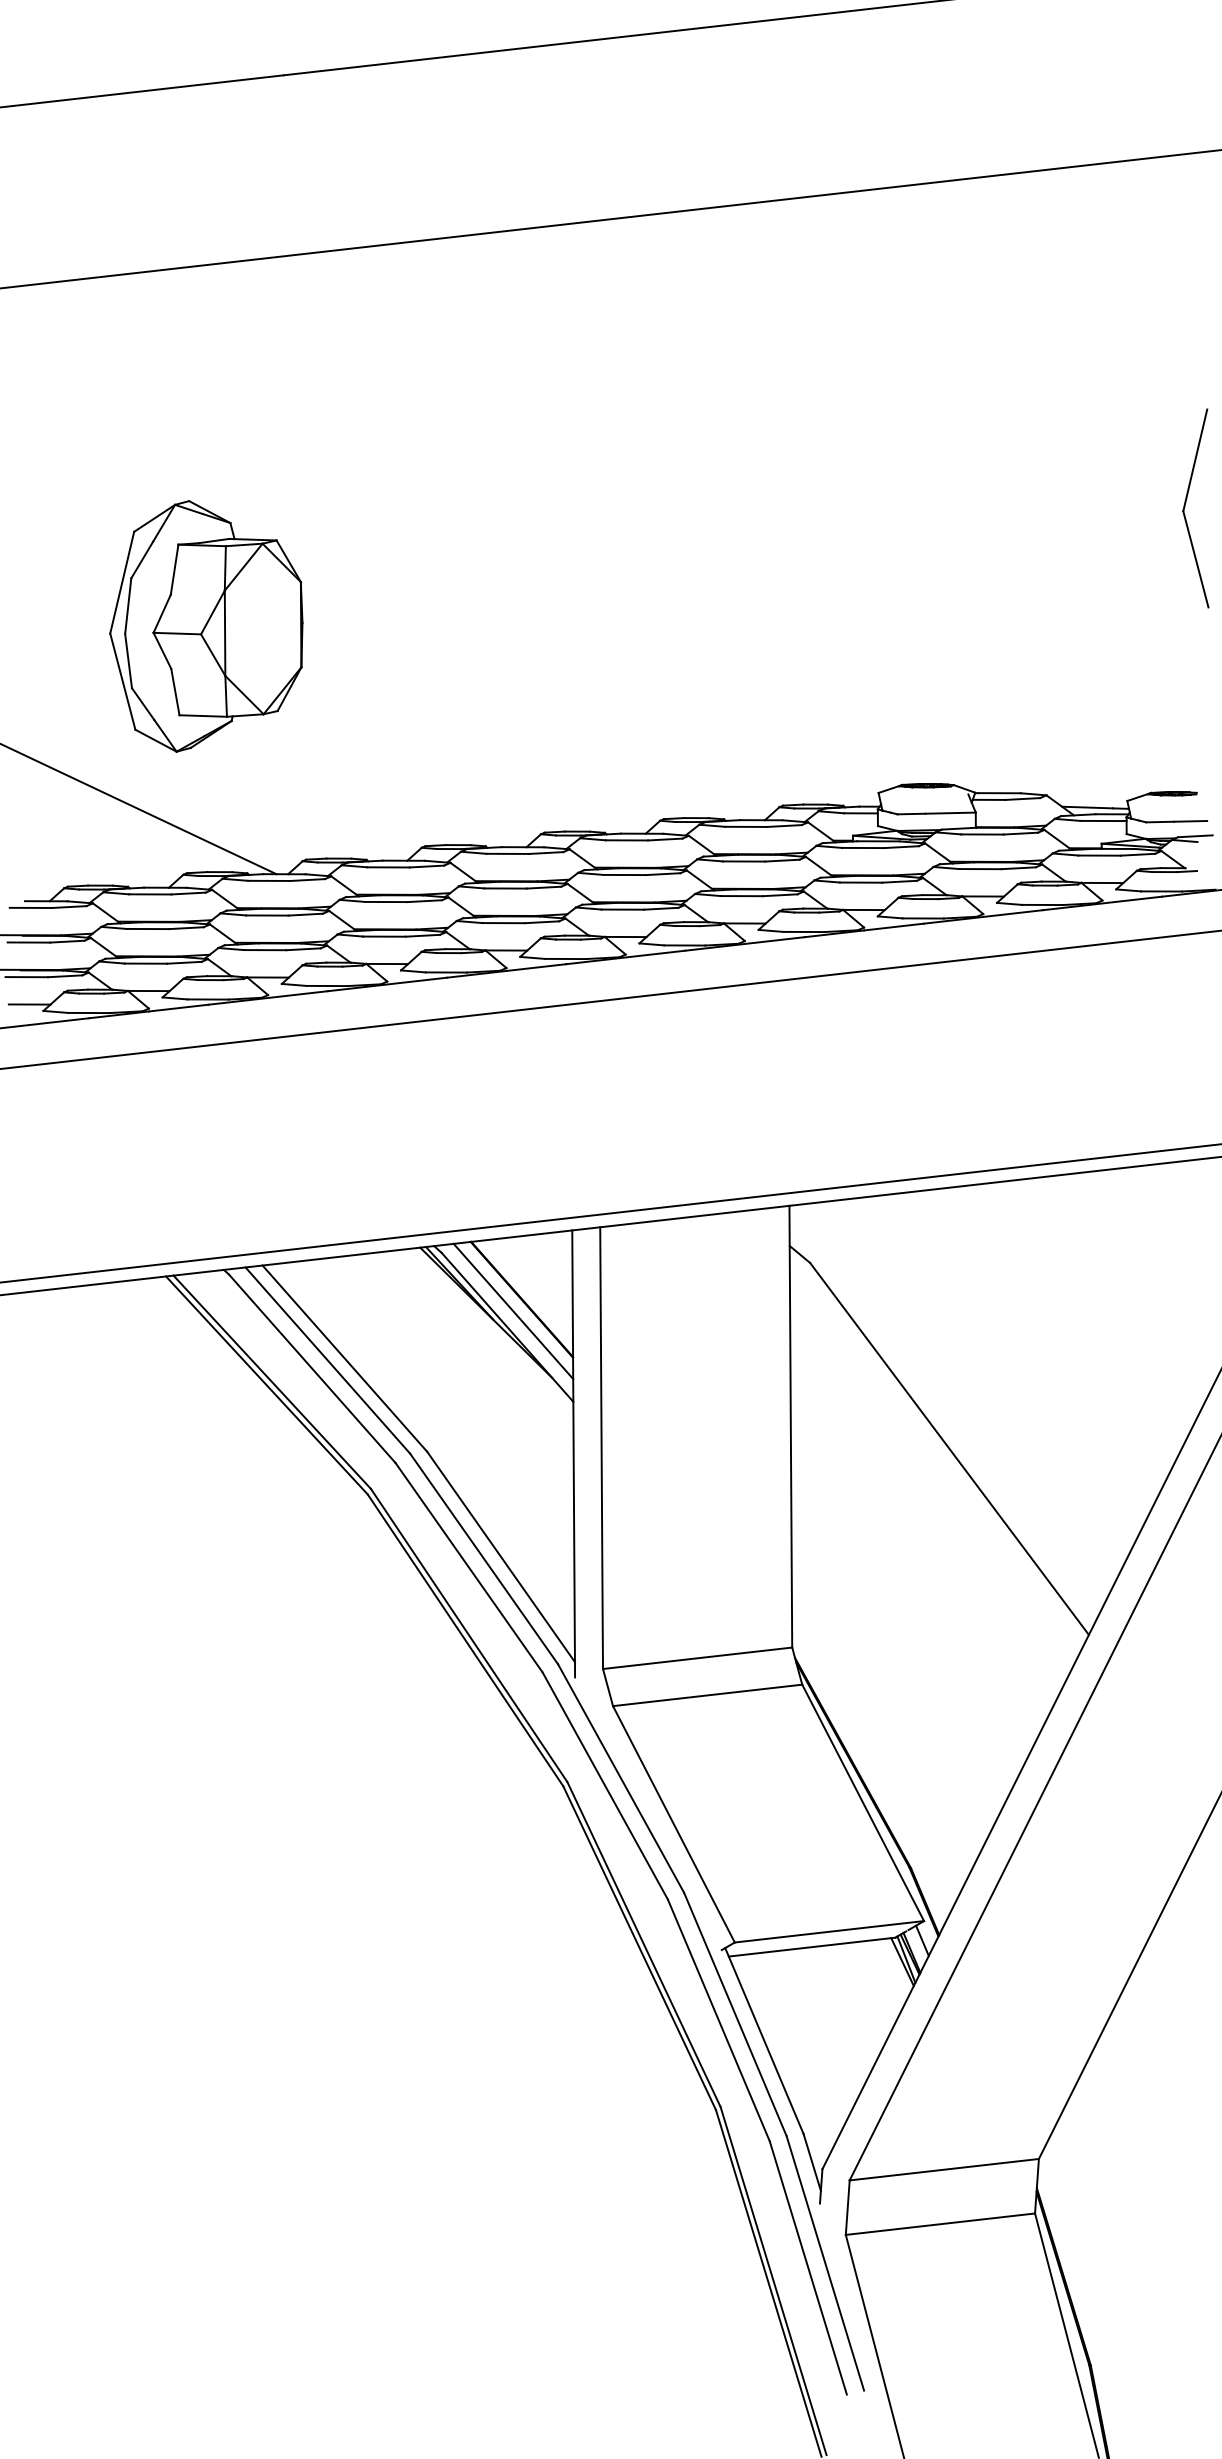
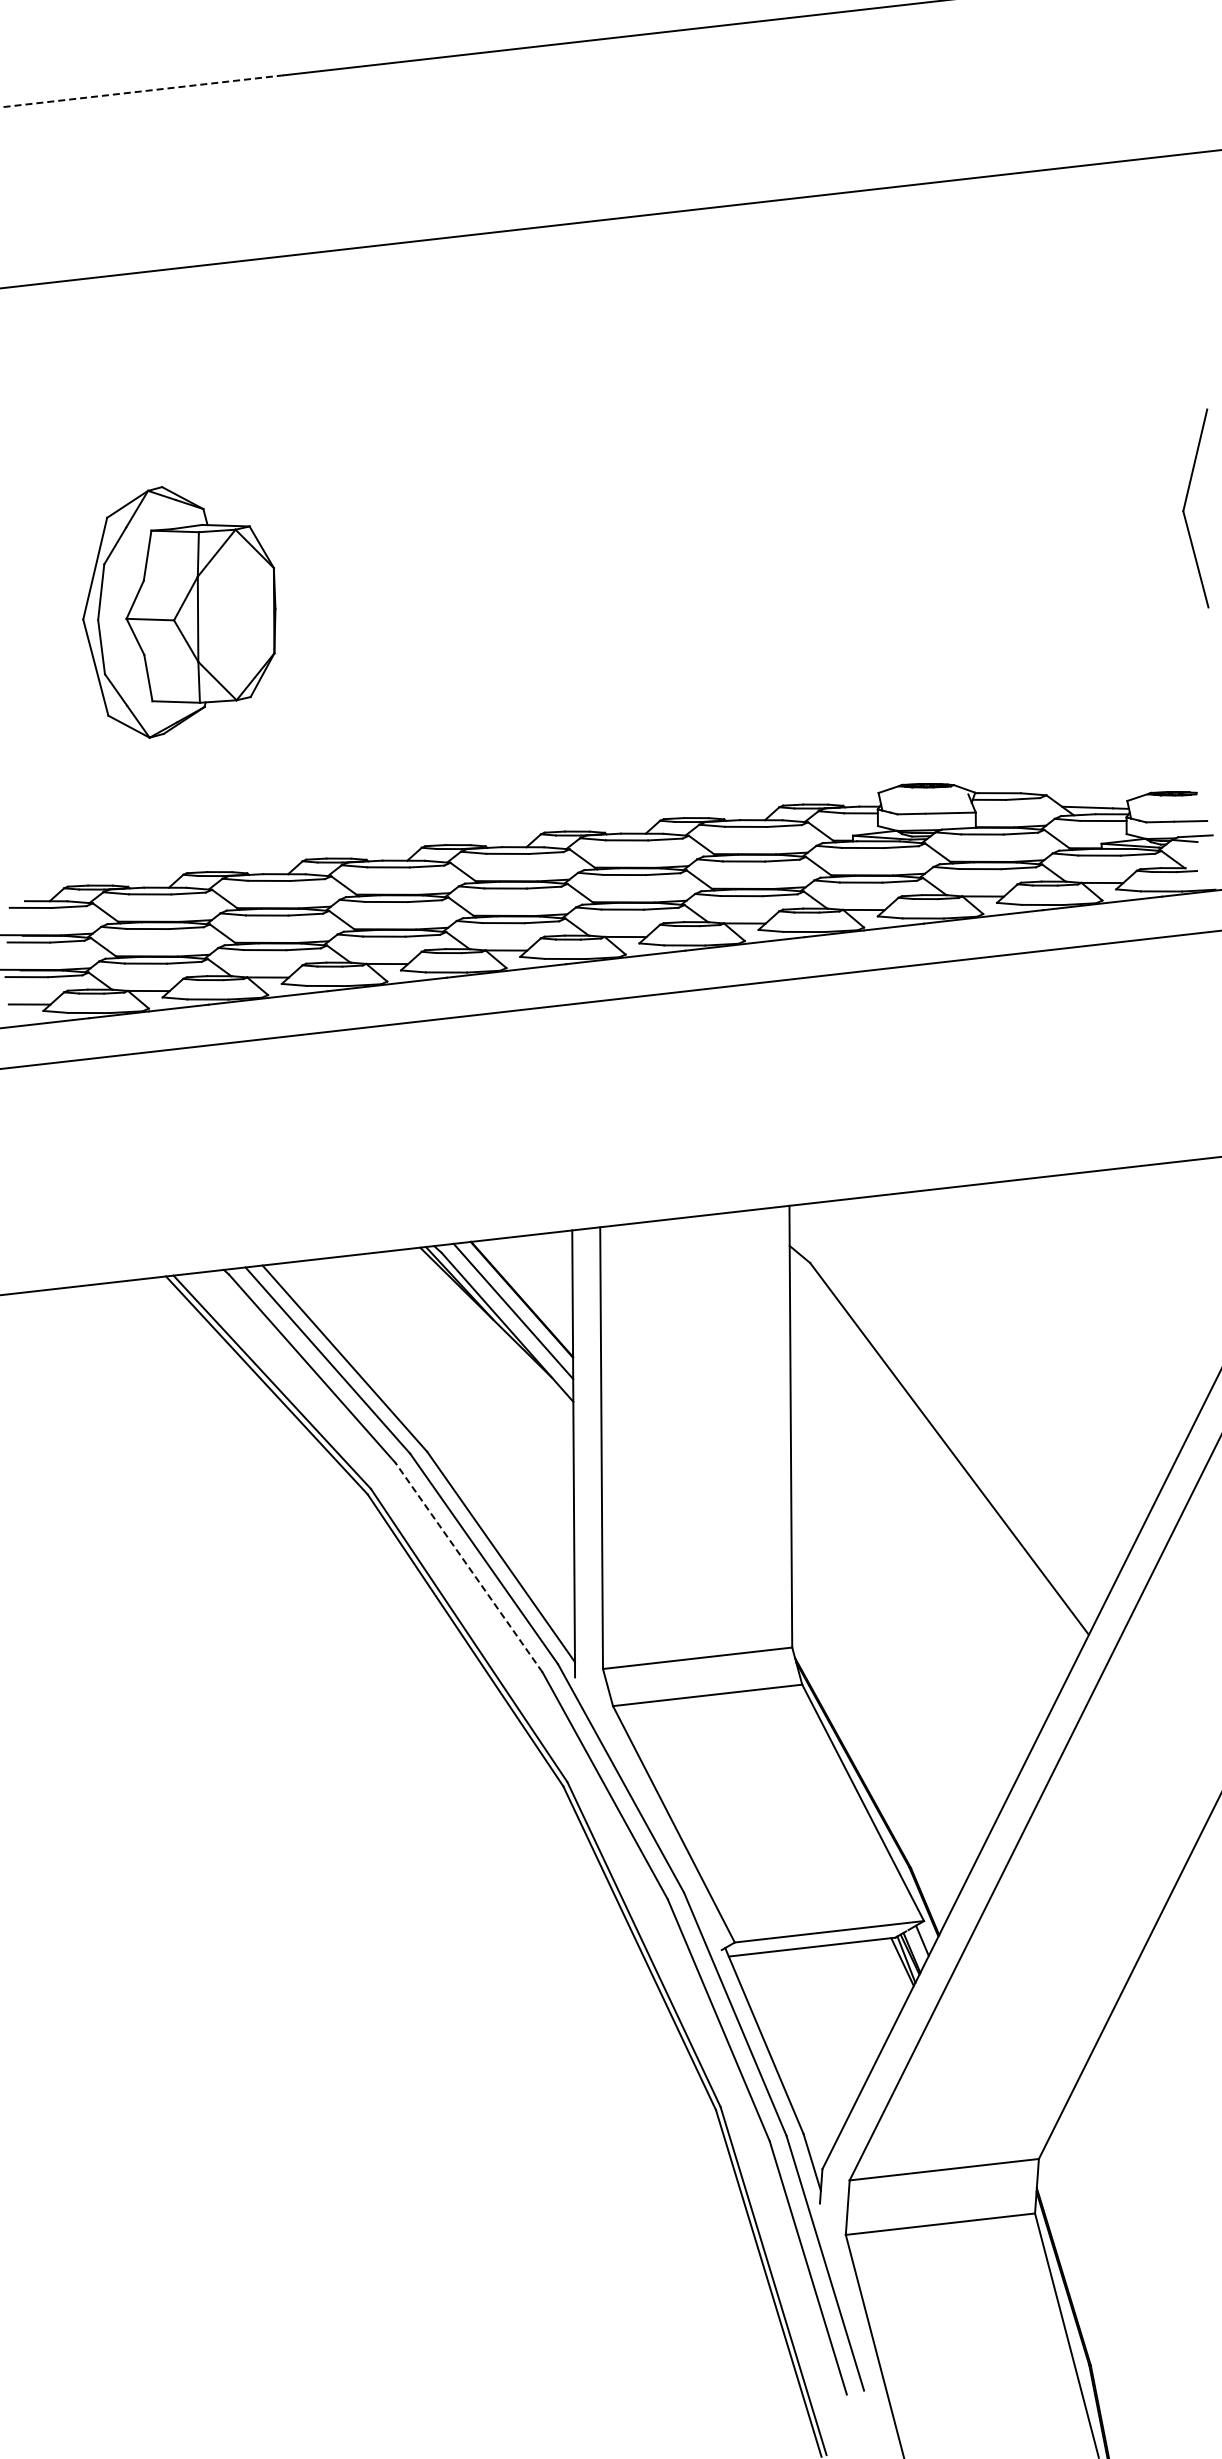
line at (141, 91): solid -> dashed
part at (206, 626) position: (206, 626) -> (179, 612)
line at (139, 809): present -> none
line at (610, 1213): present -> none
line at (469, 1567): solid -> dashed
